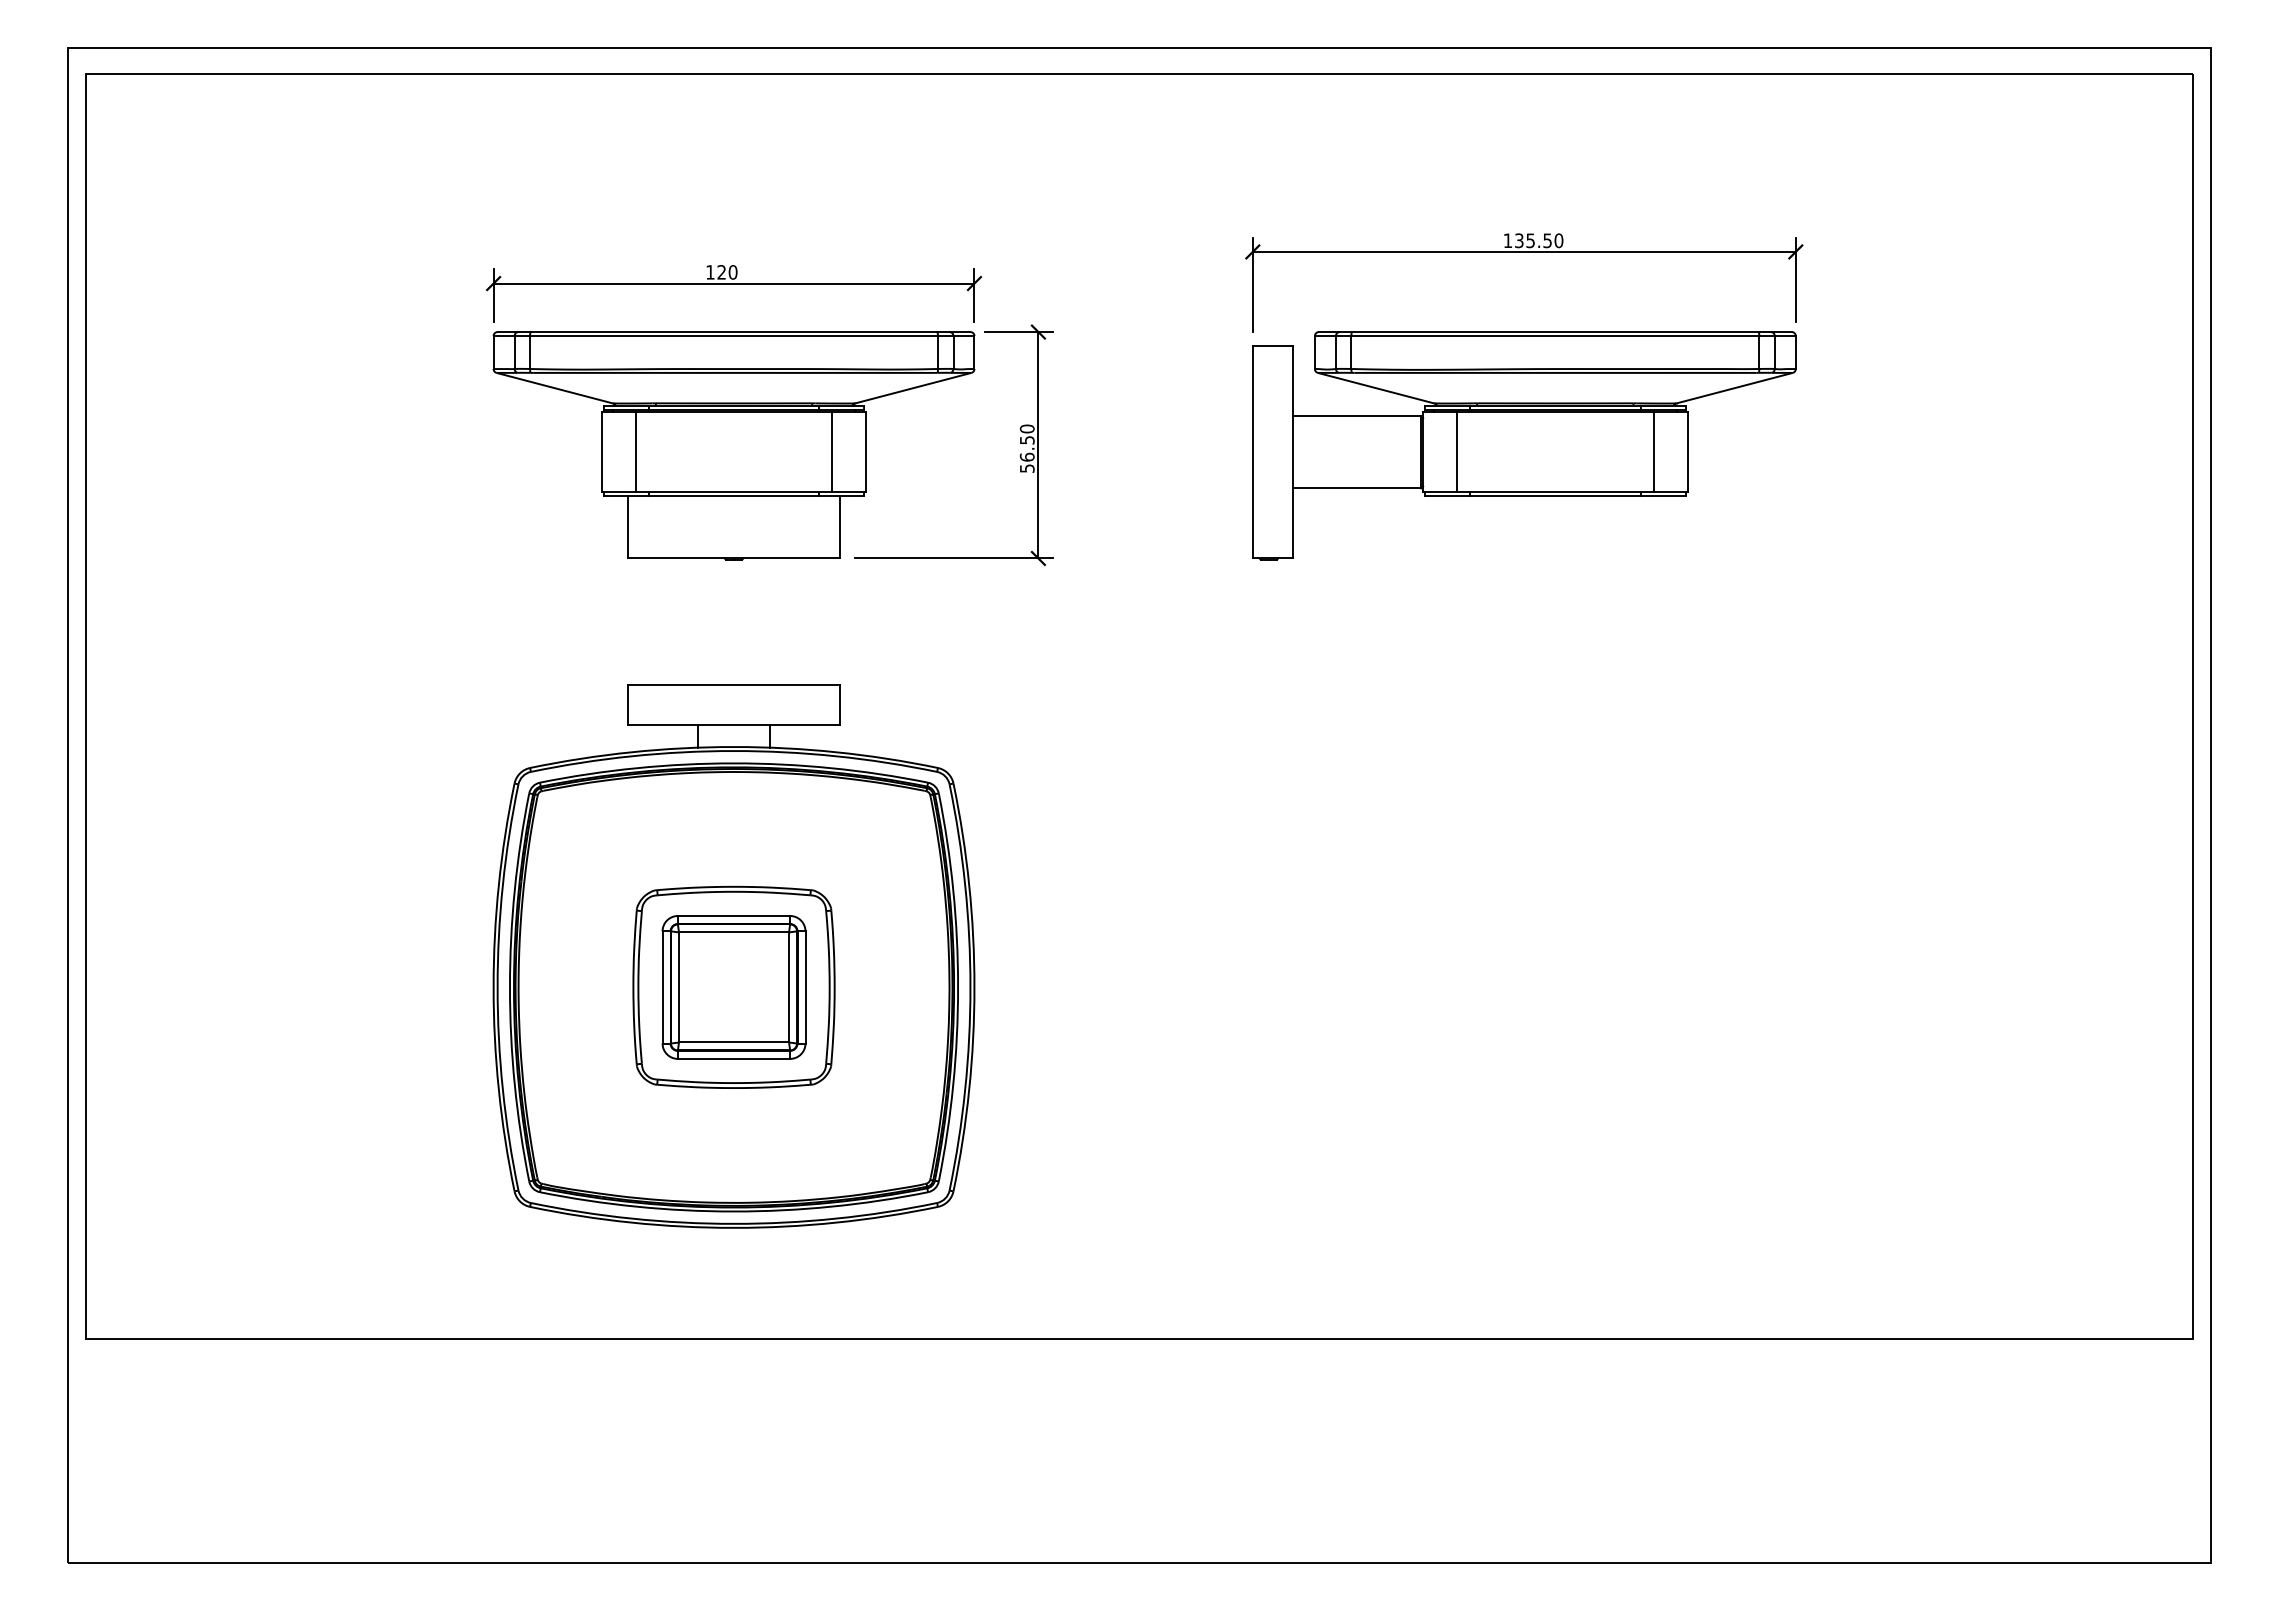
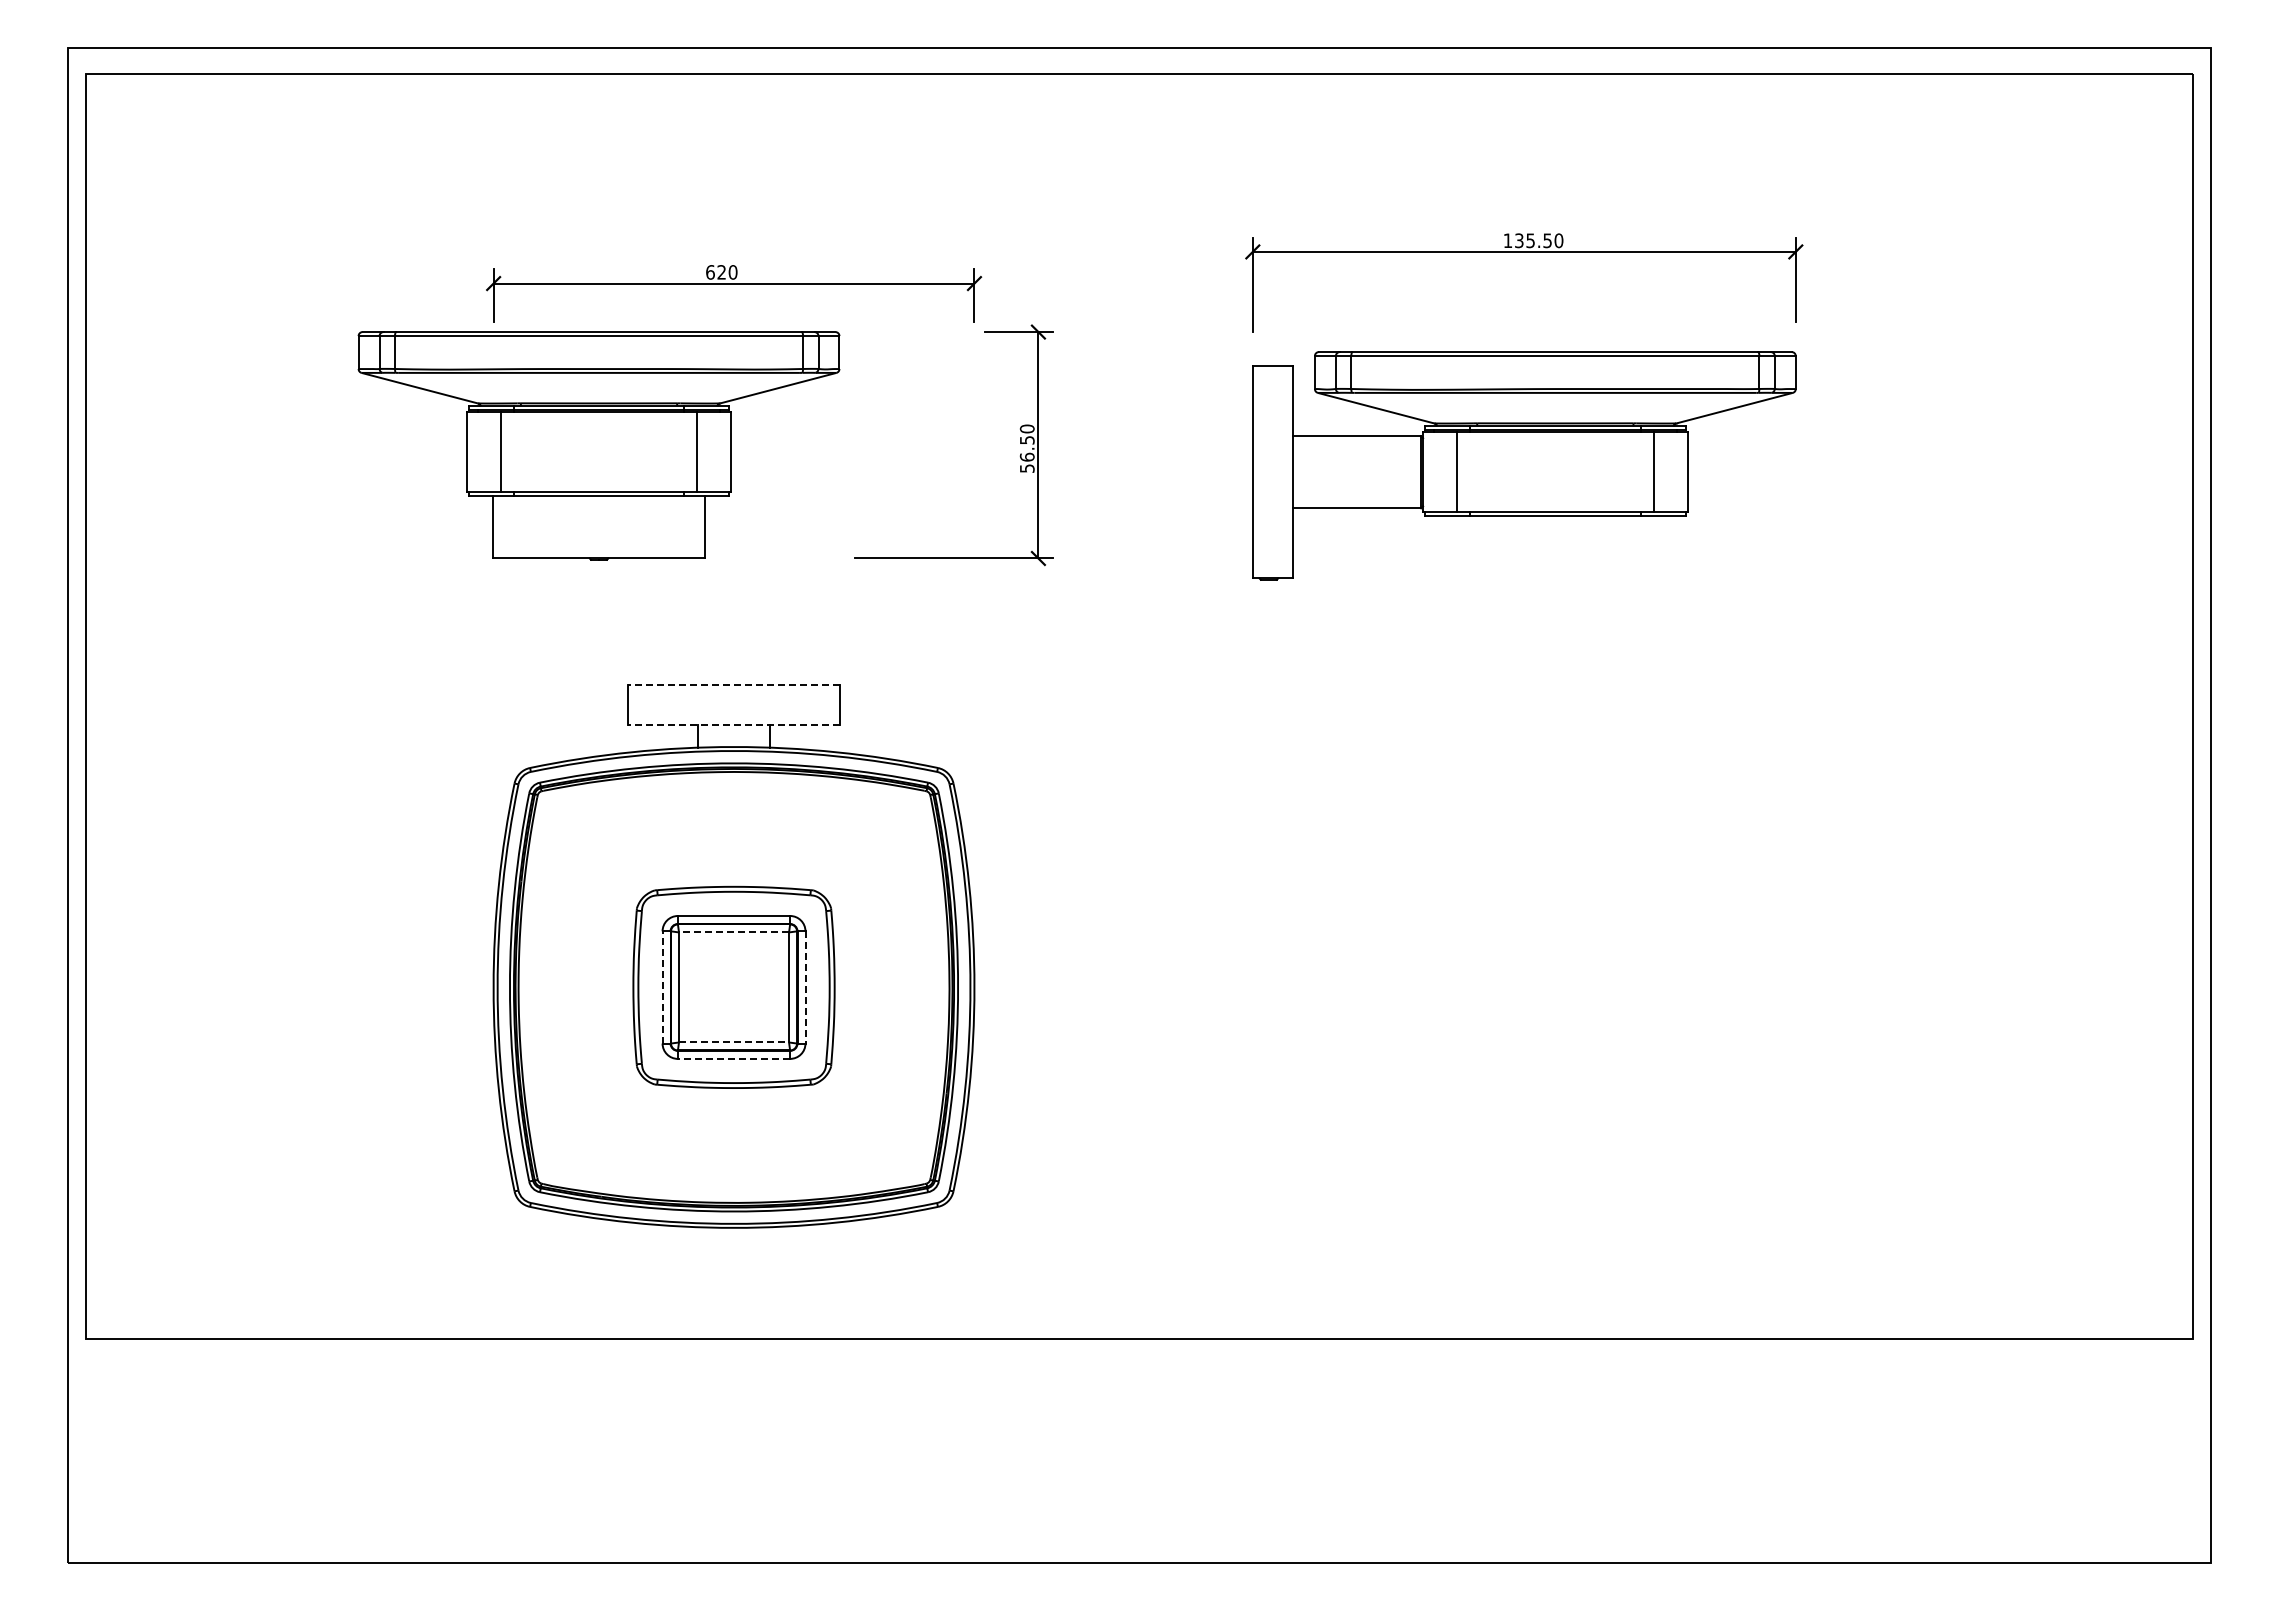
text at (710, 272): 120 -> 620
part at (733, 445) position: (733, 445) -> (598, 445)
part at (1524, 445) position: (1524, 445) -> (1524, 465)
line at (733, 684): solid -> dashed
line at (733, 724): solid -> dashed
line at (733, 932): solid -> dashed
line at (662, 986): solid -> dashed
line at (805, 987): solid -> dashed
line at (734, 1042): solid -> dashed
line at (733, 1058): solid -> dashed
